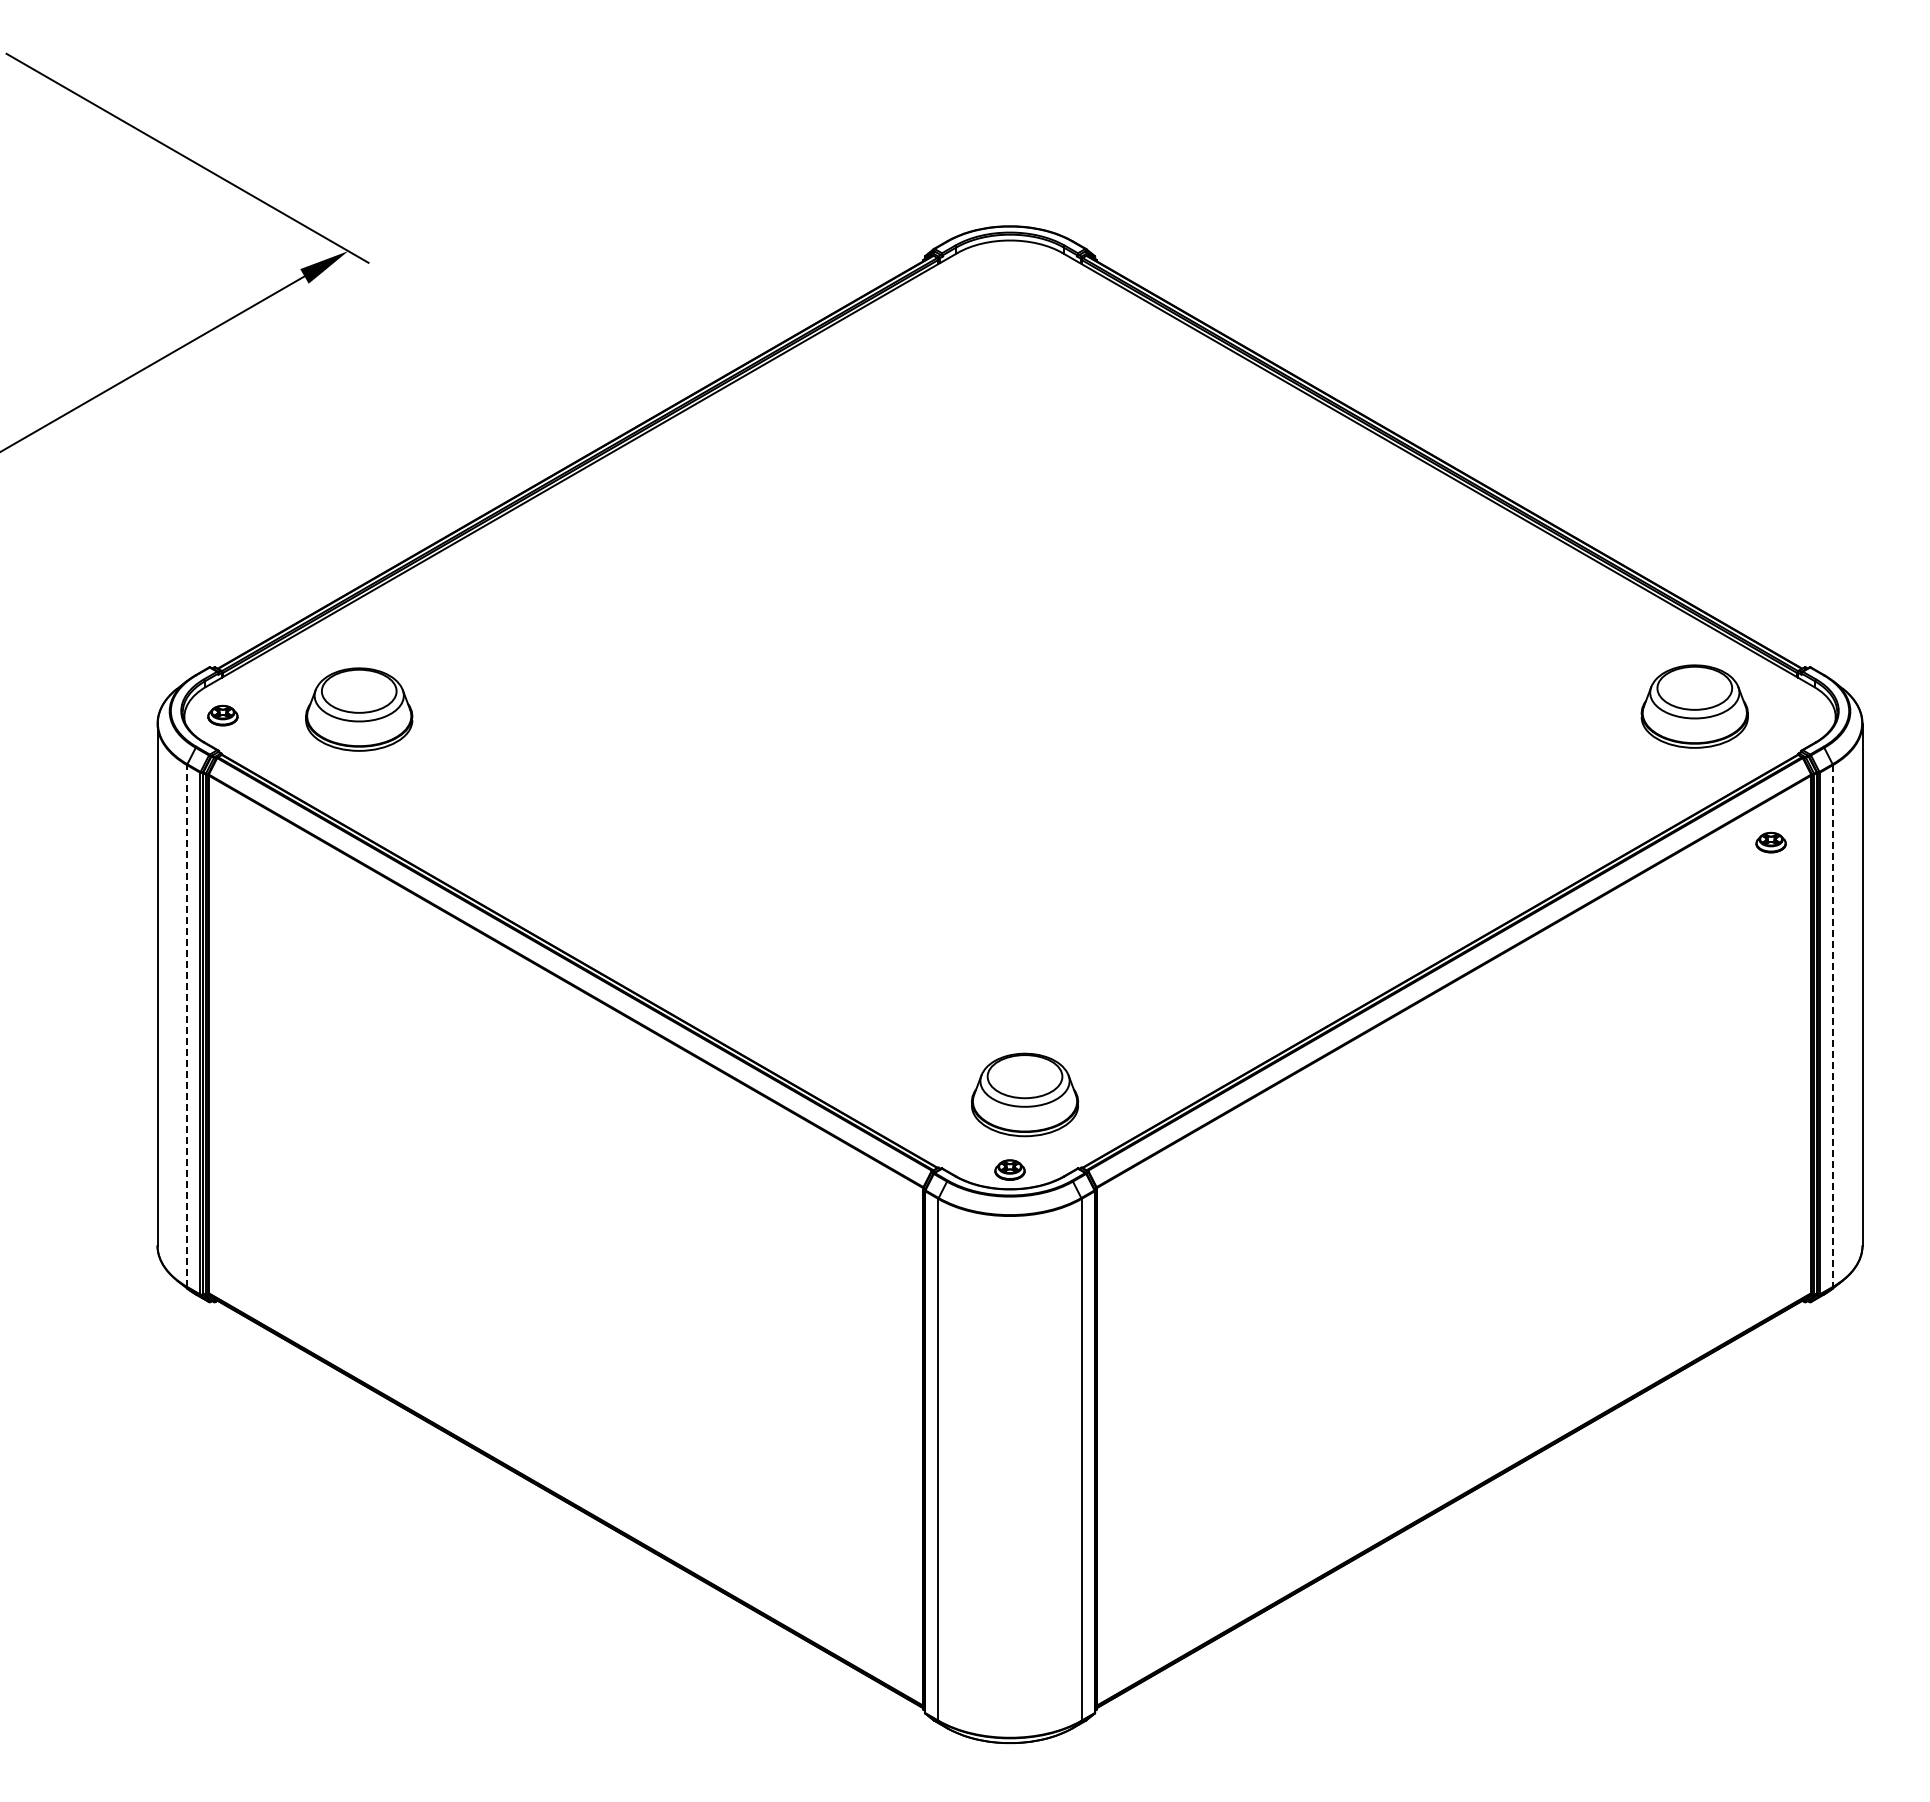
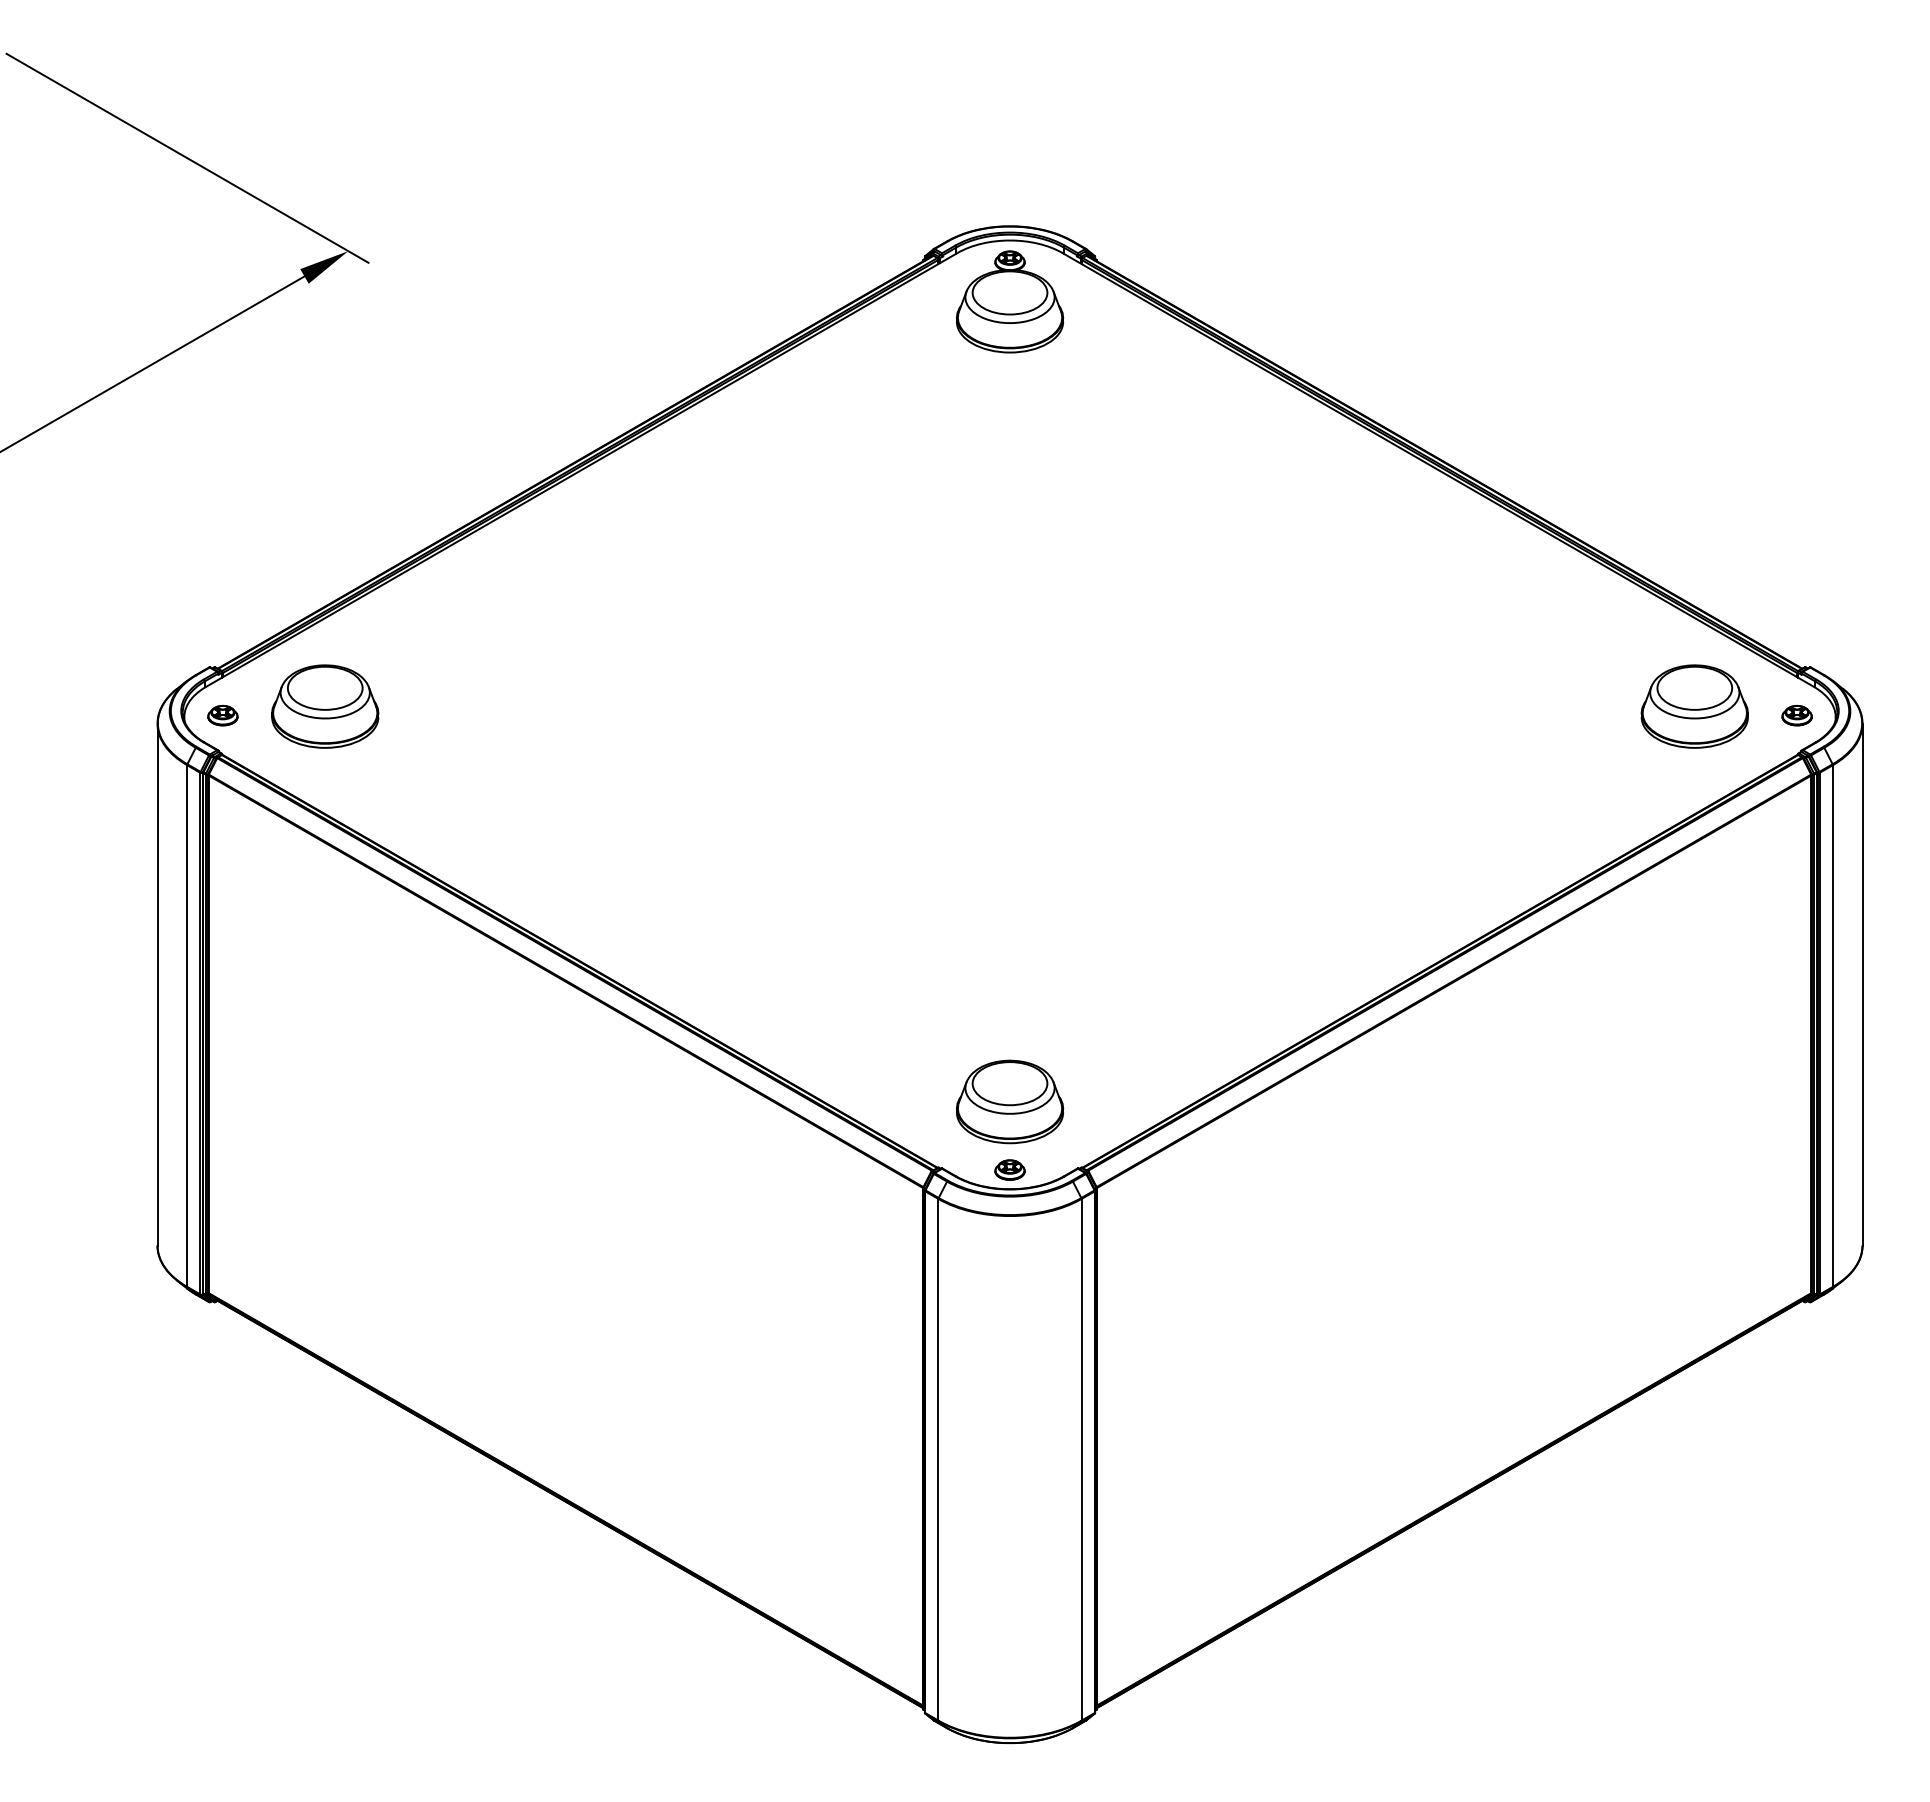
part at (1010, 301): none -> present
part at (359, 709) position: (359, 709) -> (325, 706)
part at (1770, 842) position: (1770, 842) -> (1796, 715)
line at (187, 1026): dashed -> solid
line at (1832, 1026): dashed -> solid
part at (1025, 1094) position: (1025, 1094) -> (1010, 1101)
